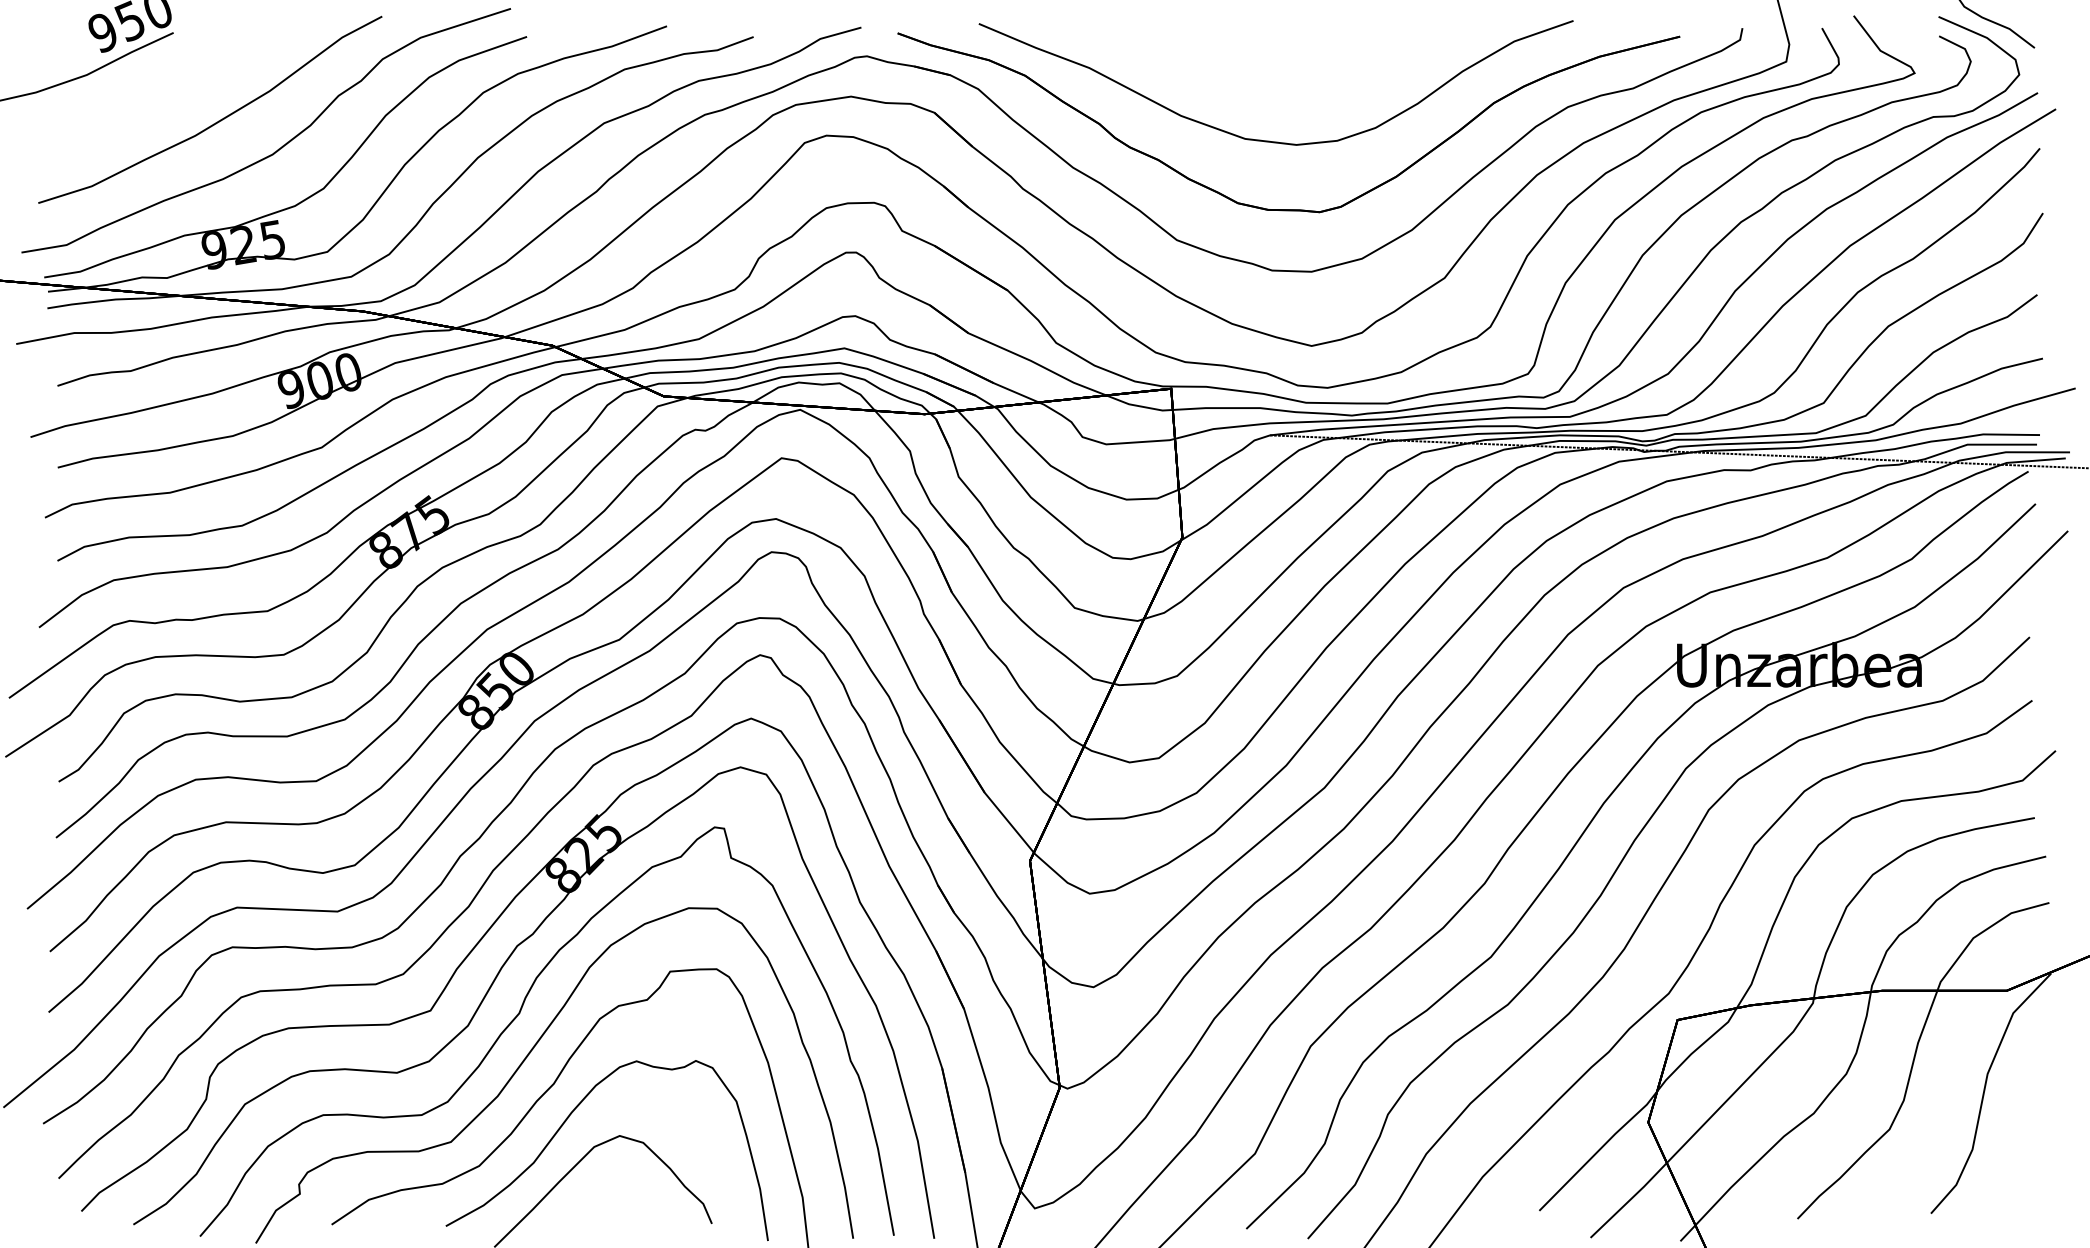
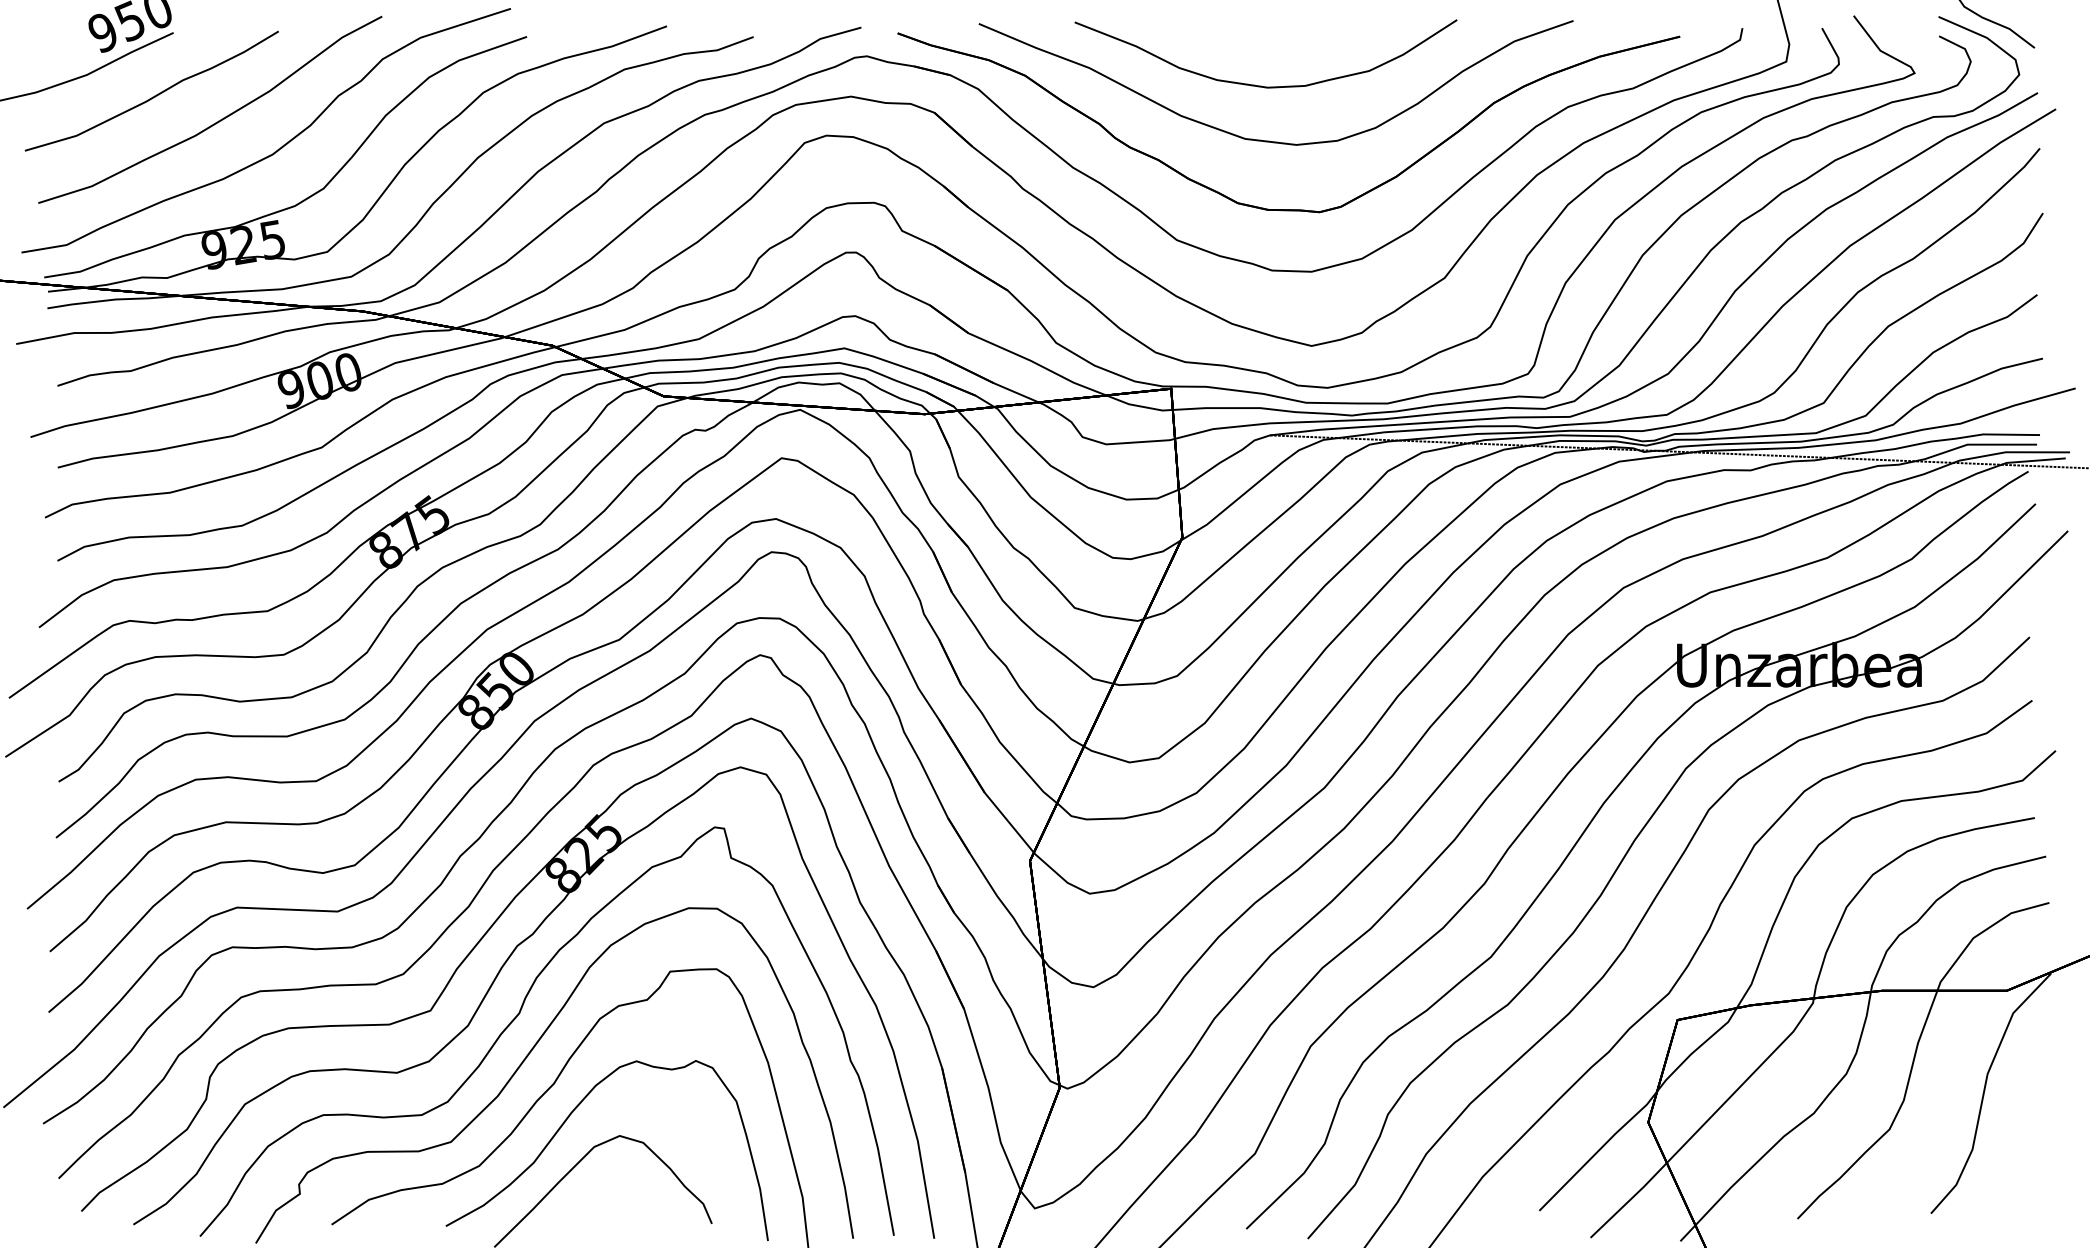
part at (1261, 85): none -> present
part at (151, 90): none -> present
